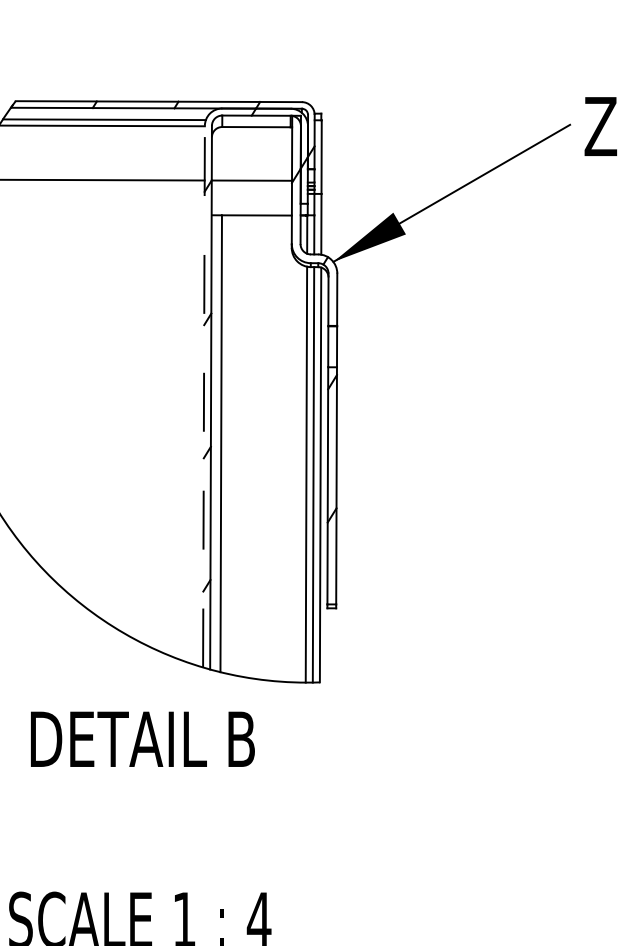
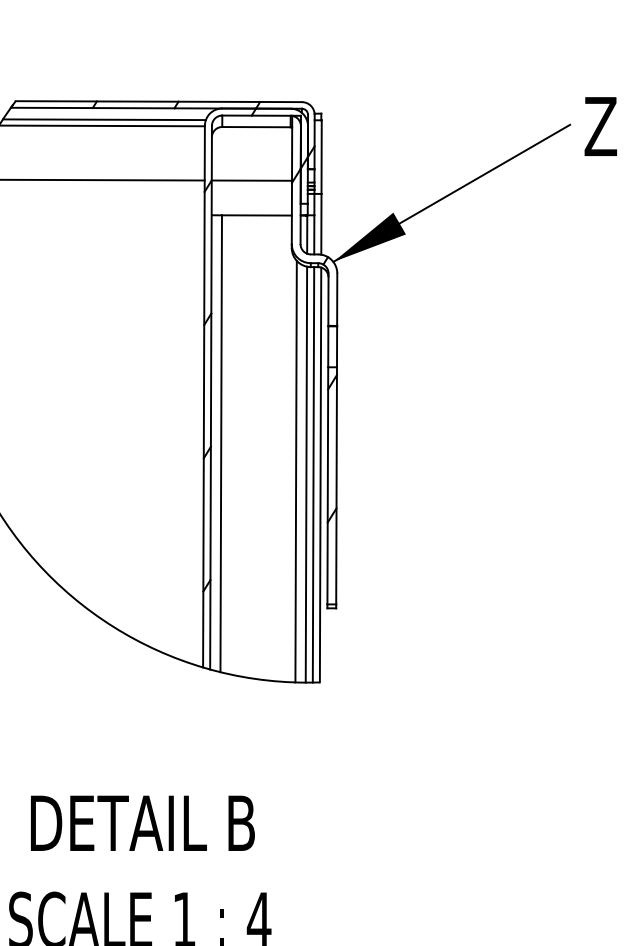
line at (204, 396): dashed -> solid
line at (295, 471): none -> present
text at (142, 738) position: (142, 738) -> (142, 822)
